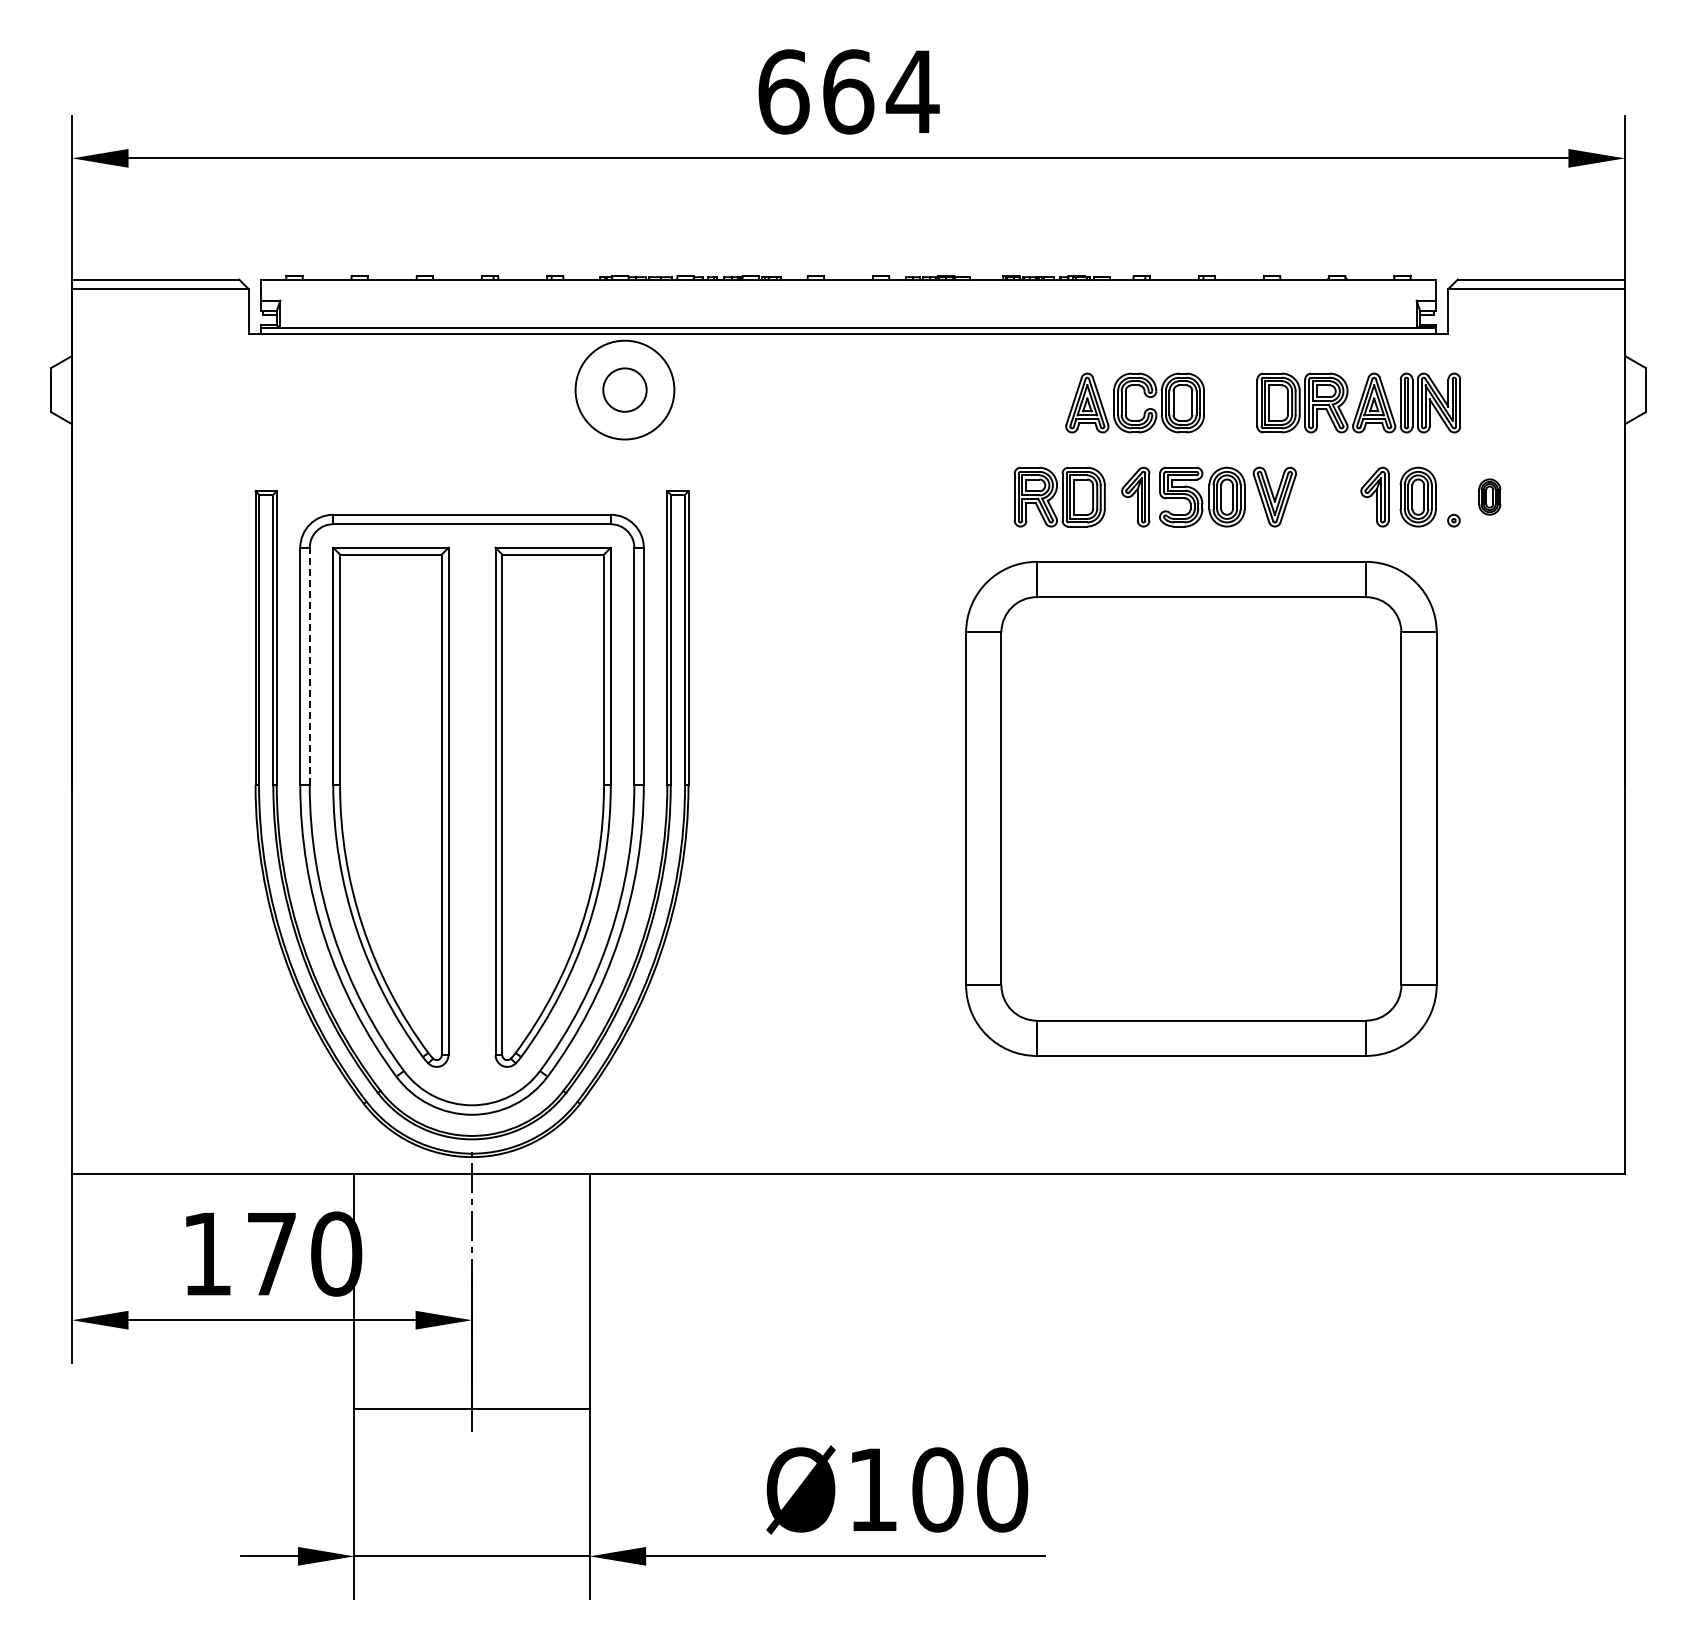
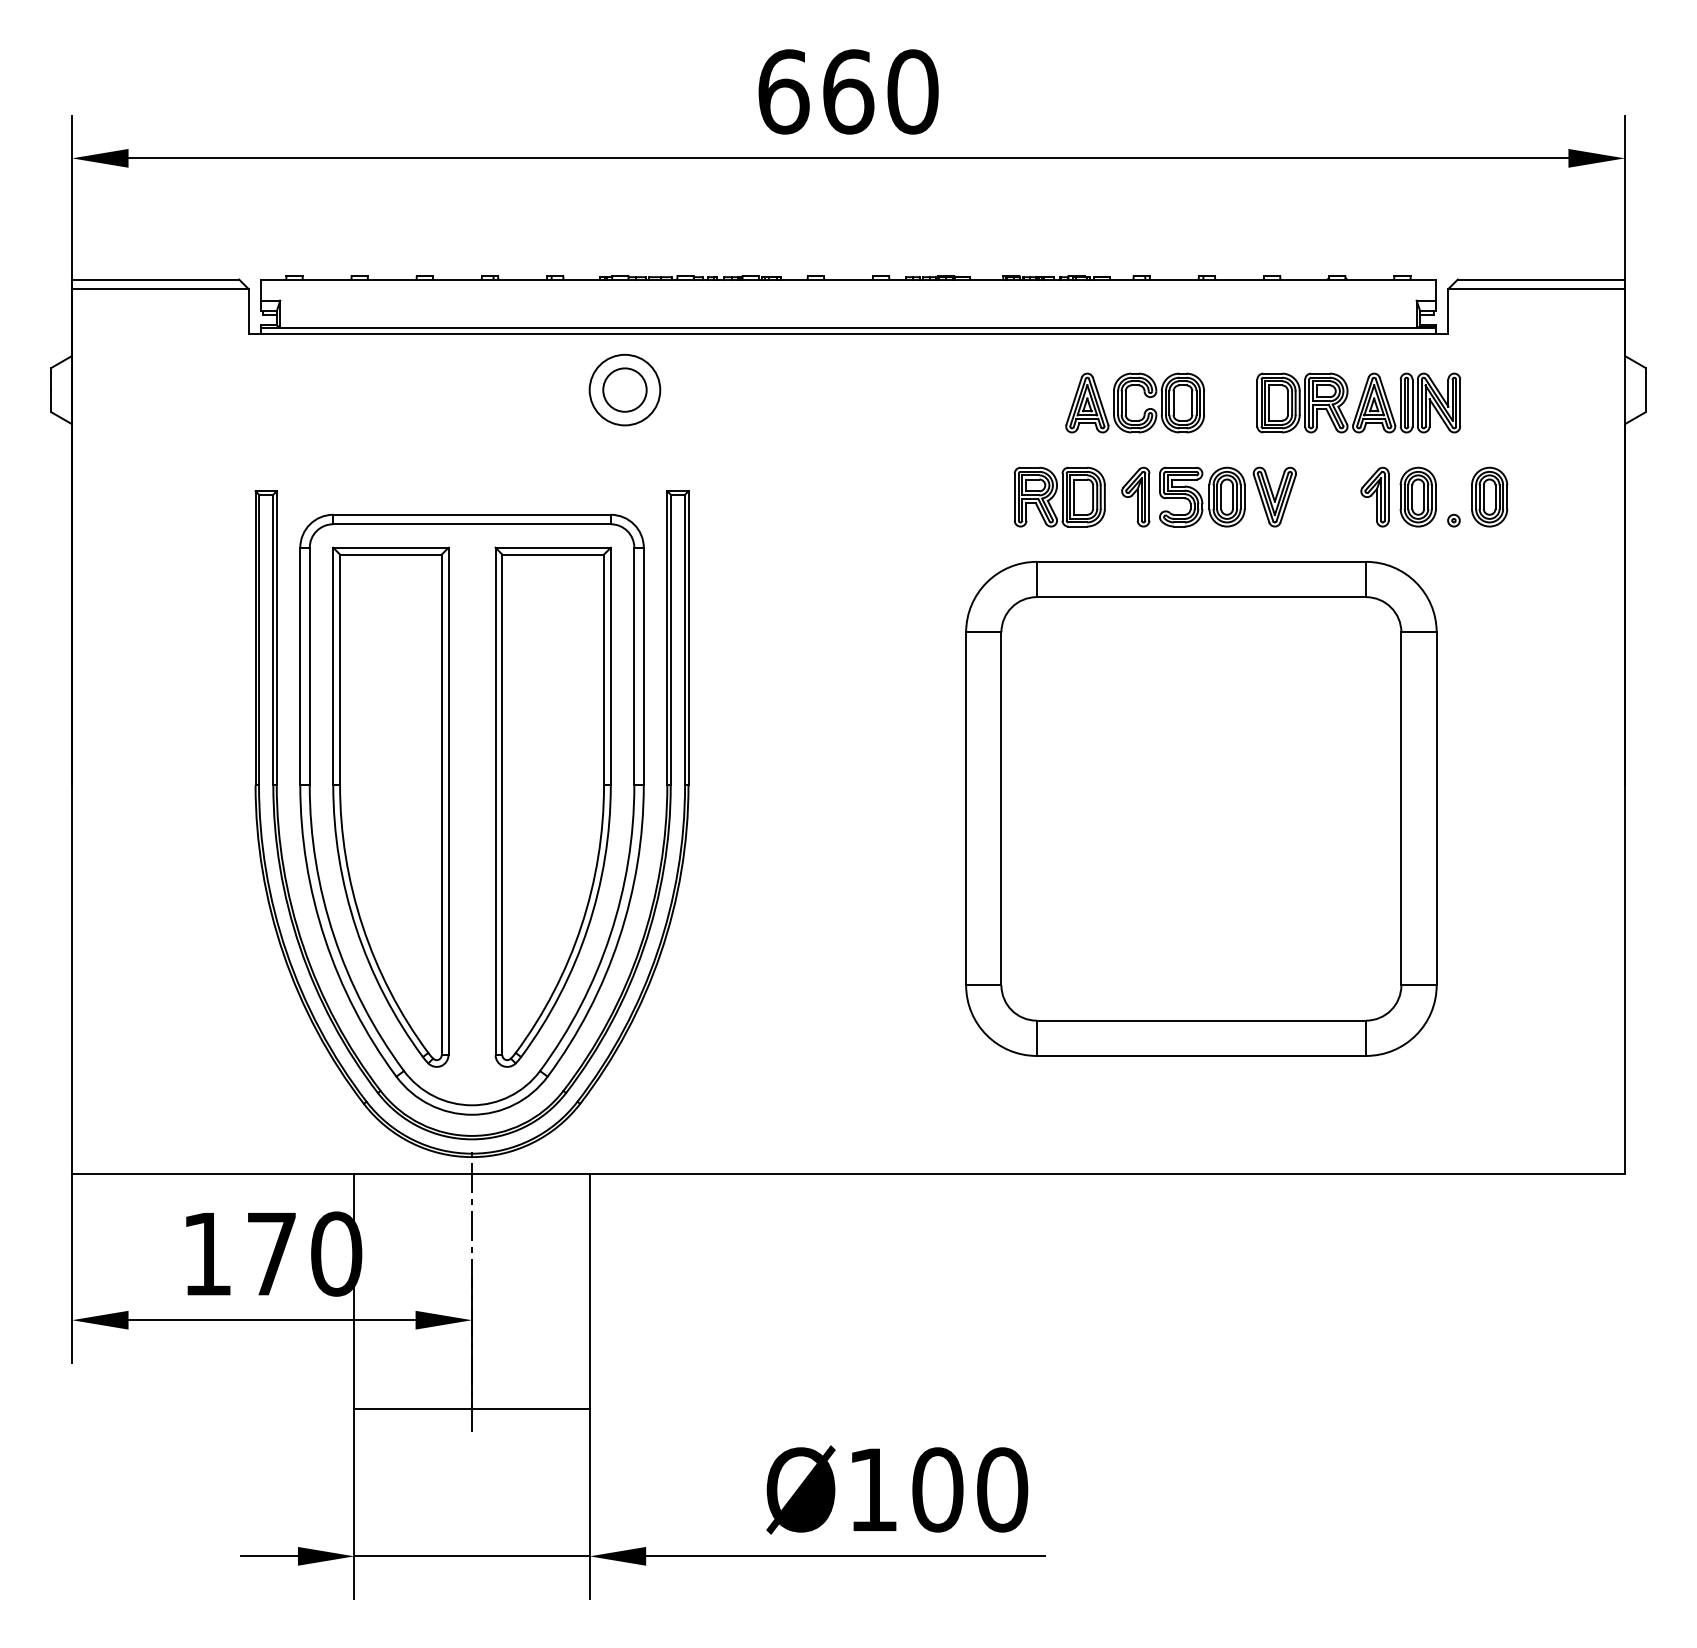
text at (912, 91): 664 -> 660
circle at (624, 389) diameter: 99 px -> 71 px
part at (1489, 496) size: 24x38 px -> 38x62 px
line at (309, 666): dashed -> solid
